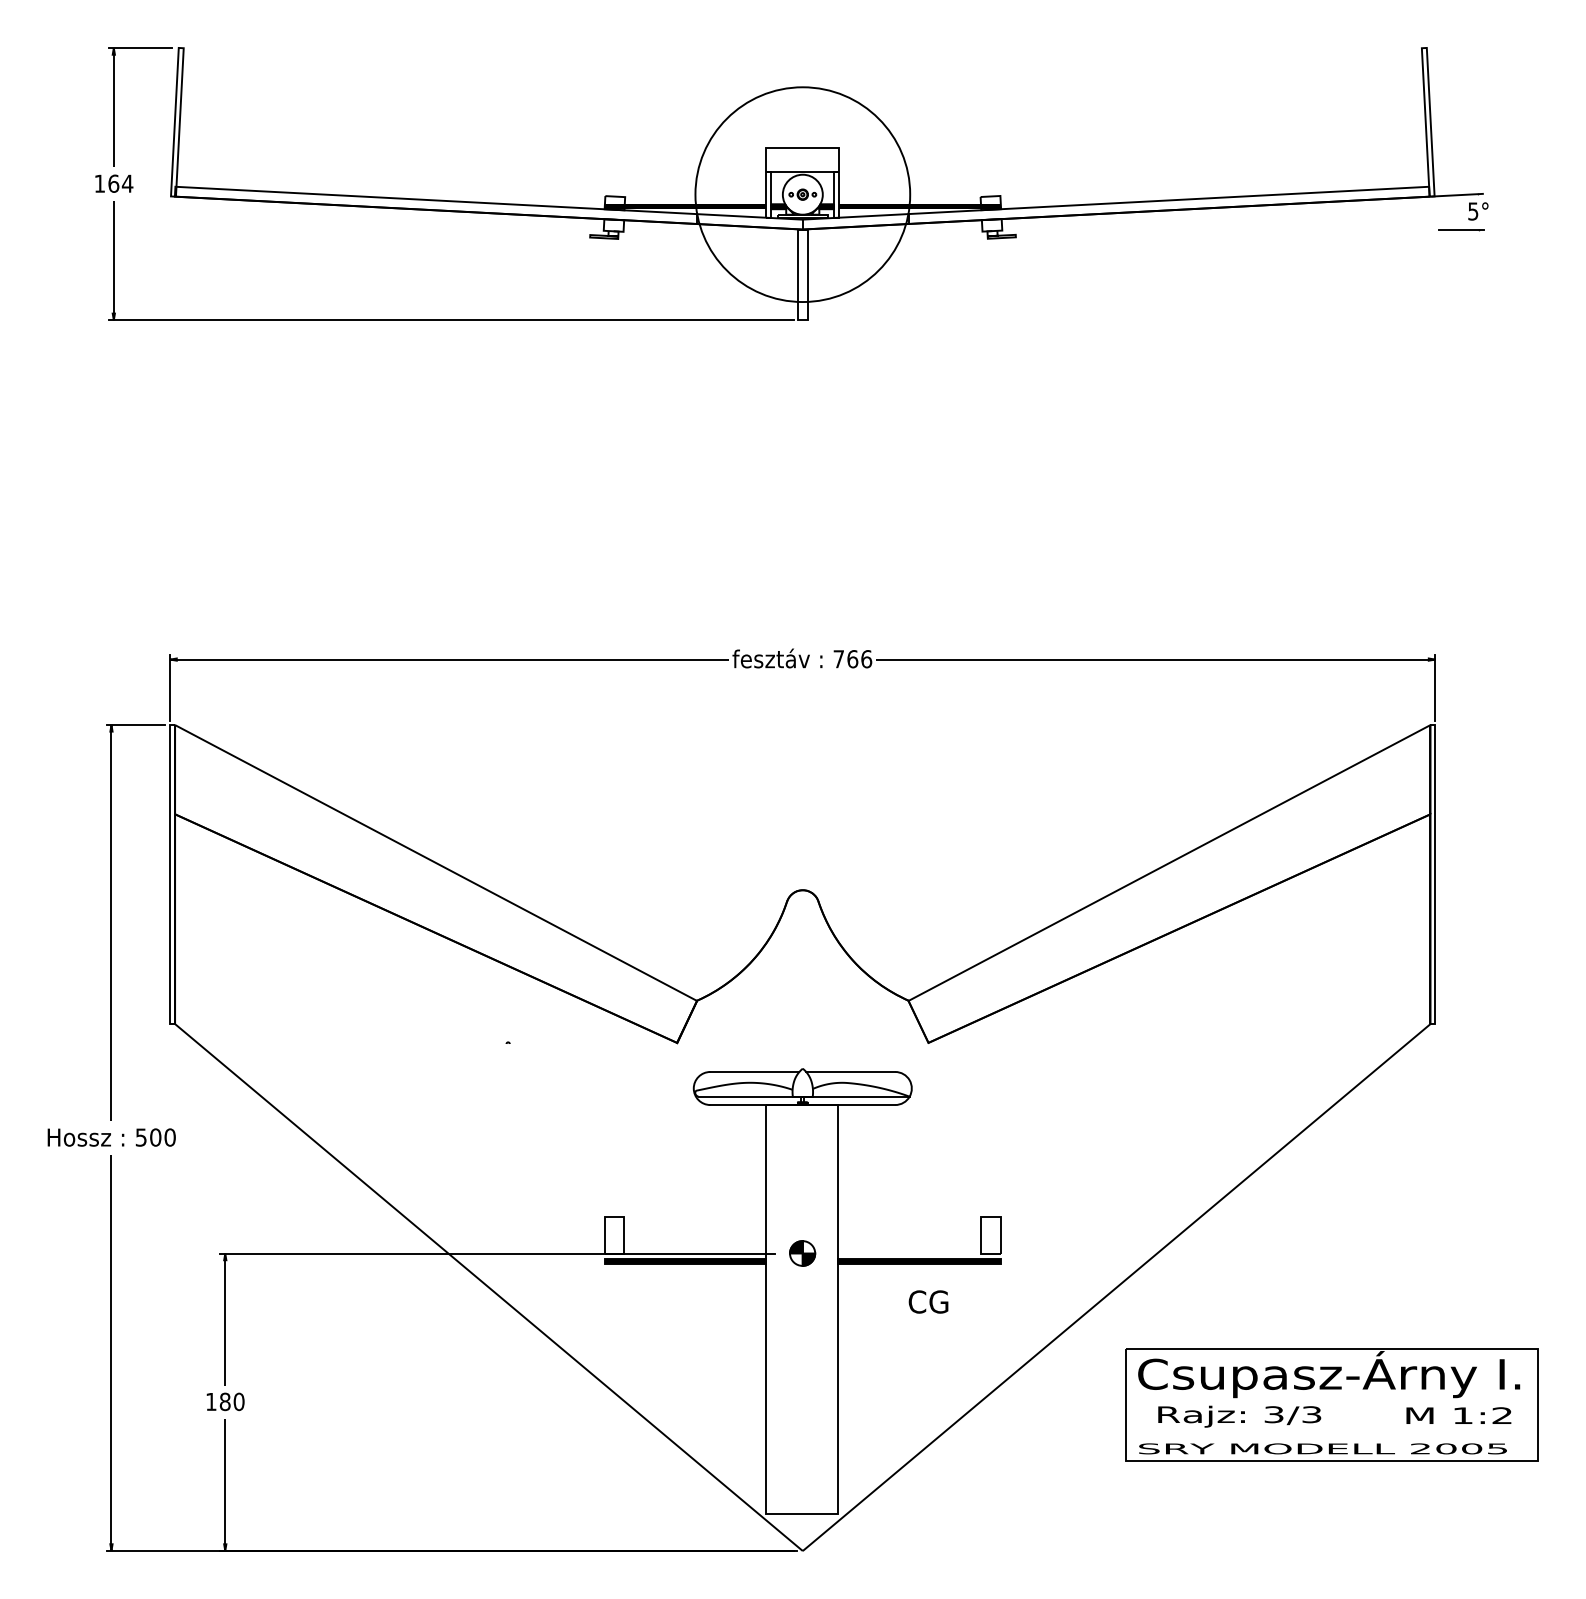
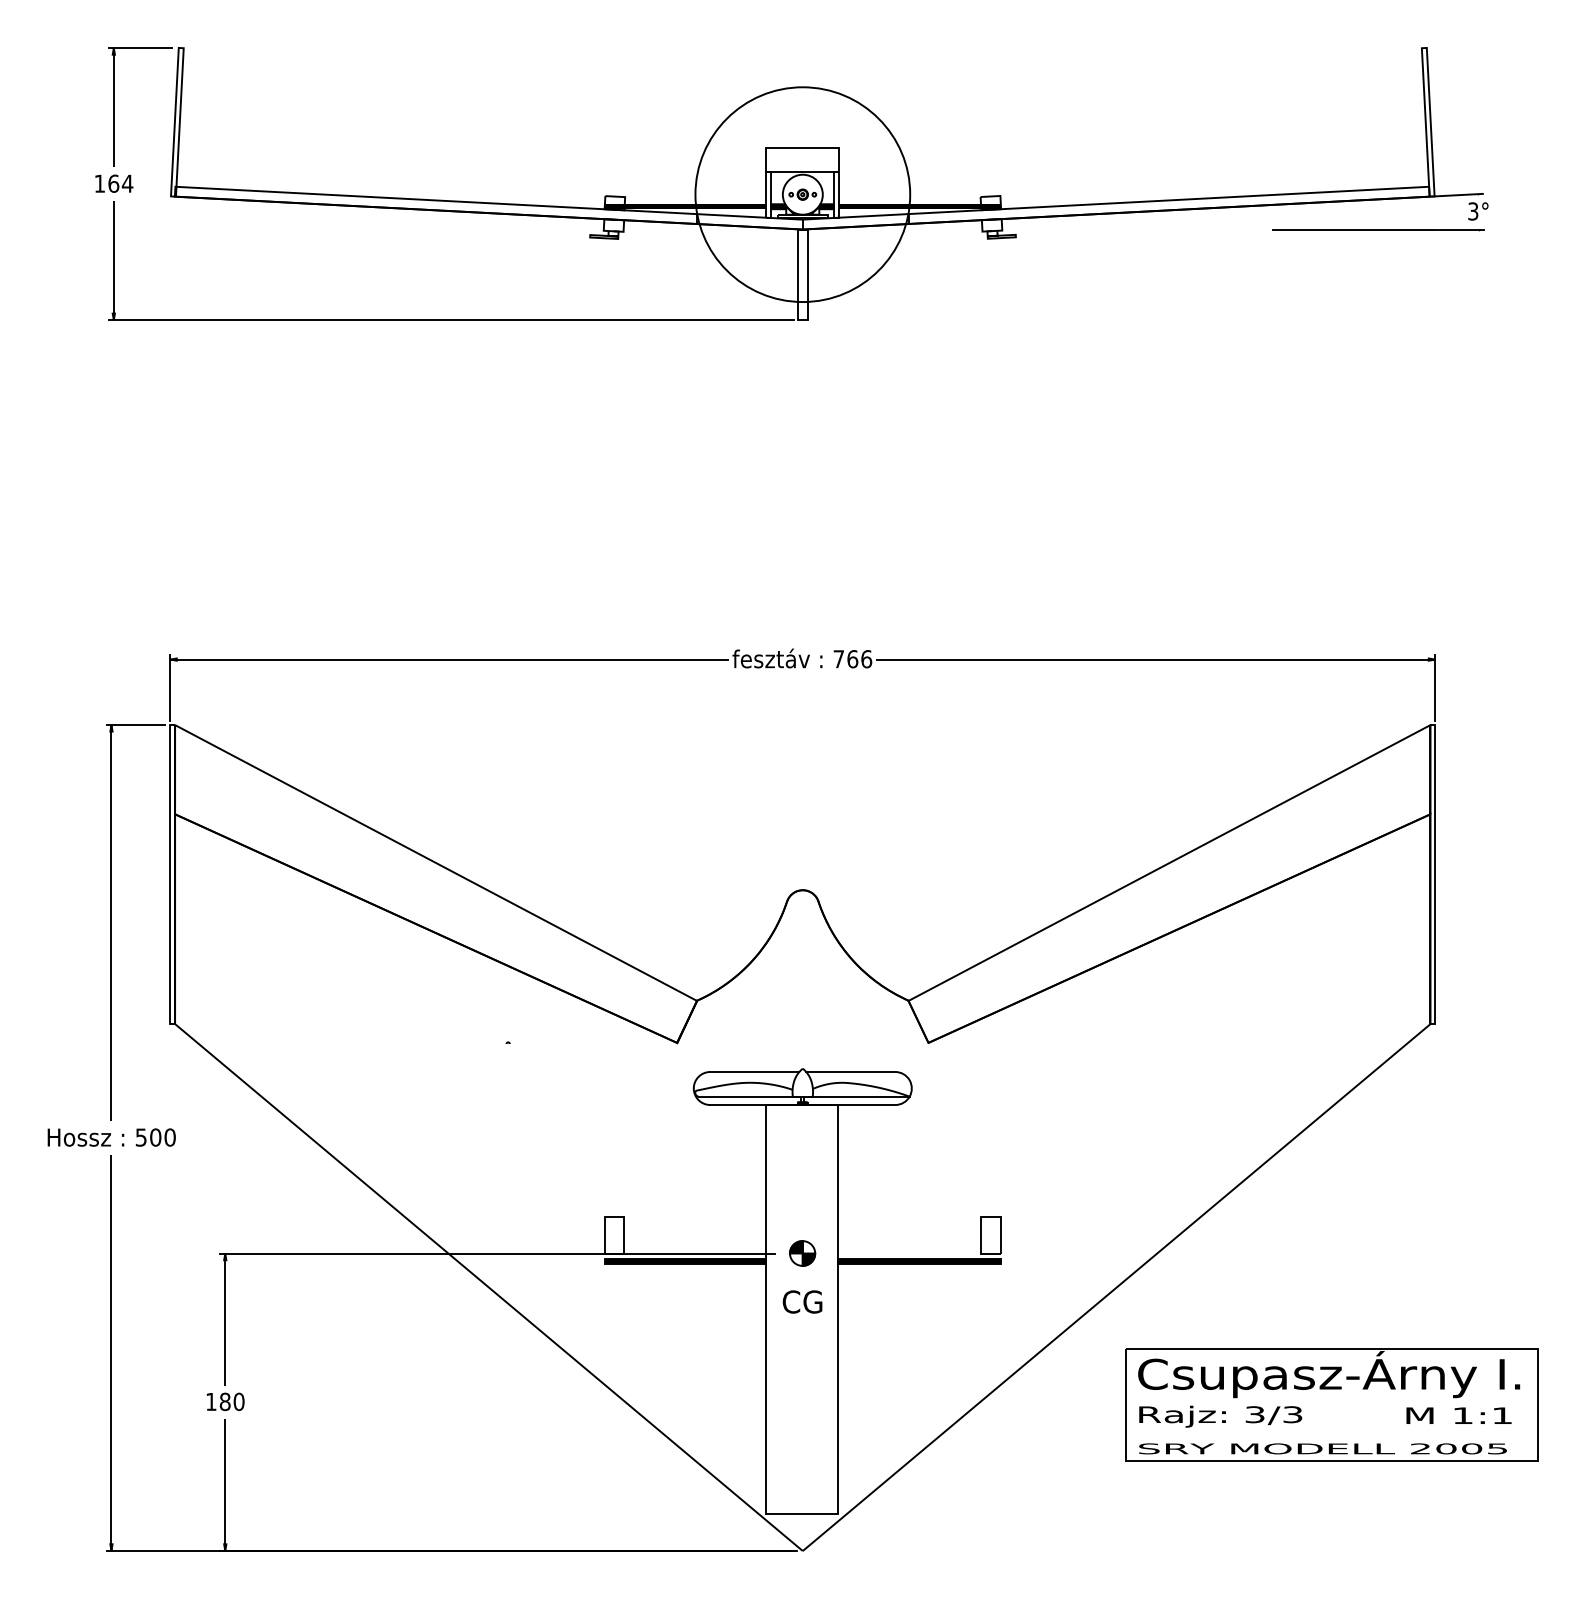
text at (1473, 210): 5° -> 3°
line at (1354, 229): none -> present
text at (928, 1301) position: (928, 1301) -> (802, 1301)
text at (1501, 1415): 1:2 -> 1:1
text at (1239, 1416) position: (1239, 1416) -> (1220, 1416)
